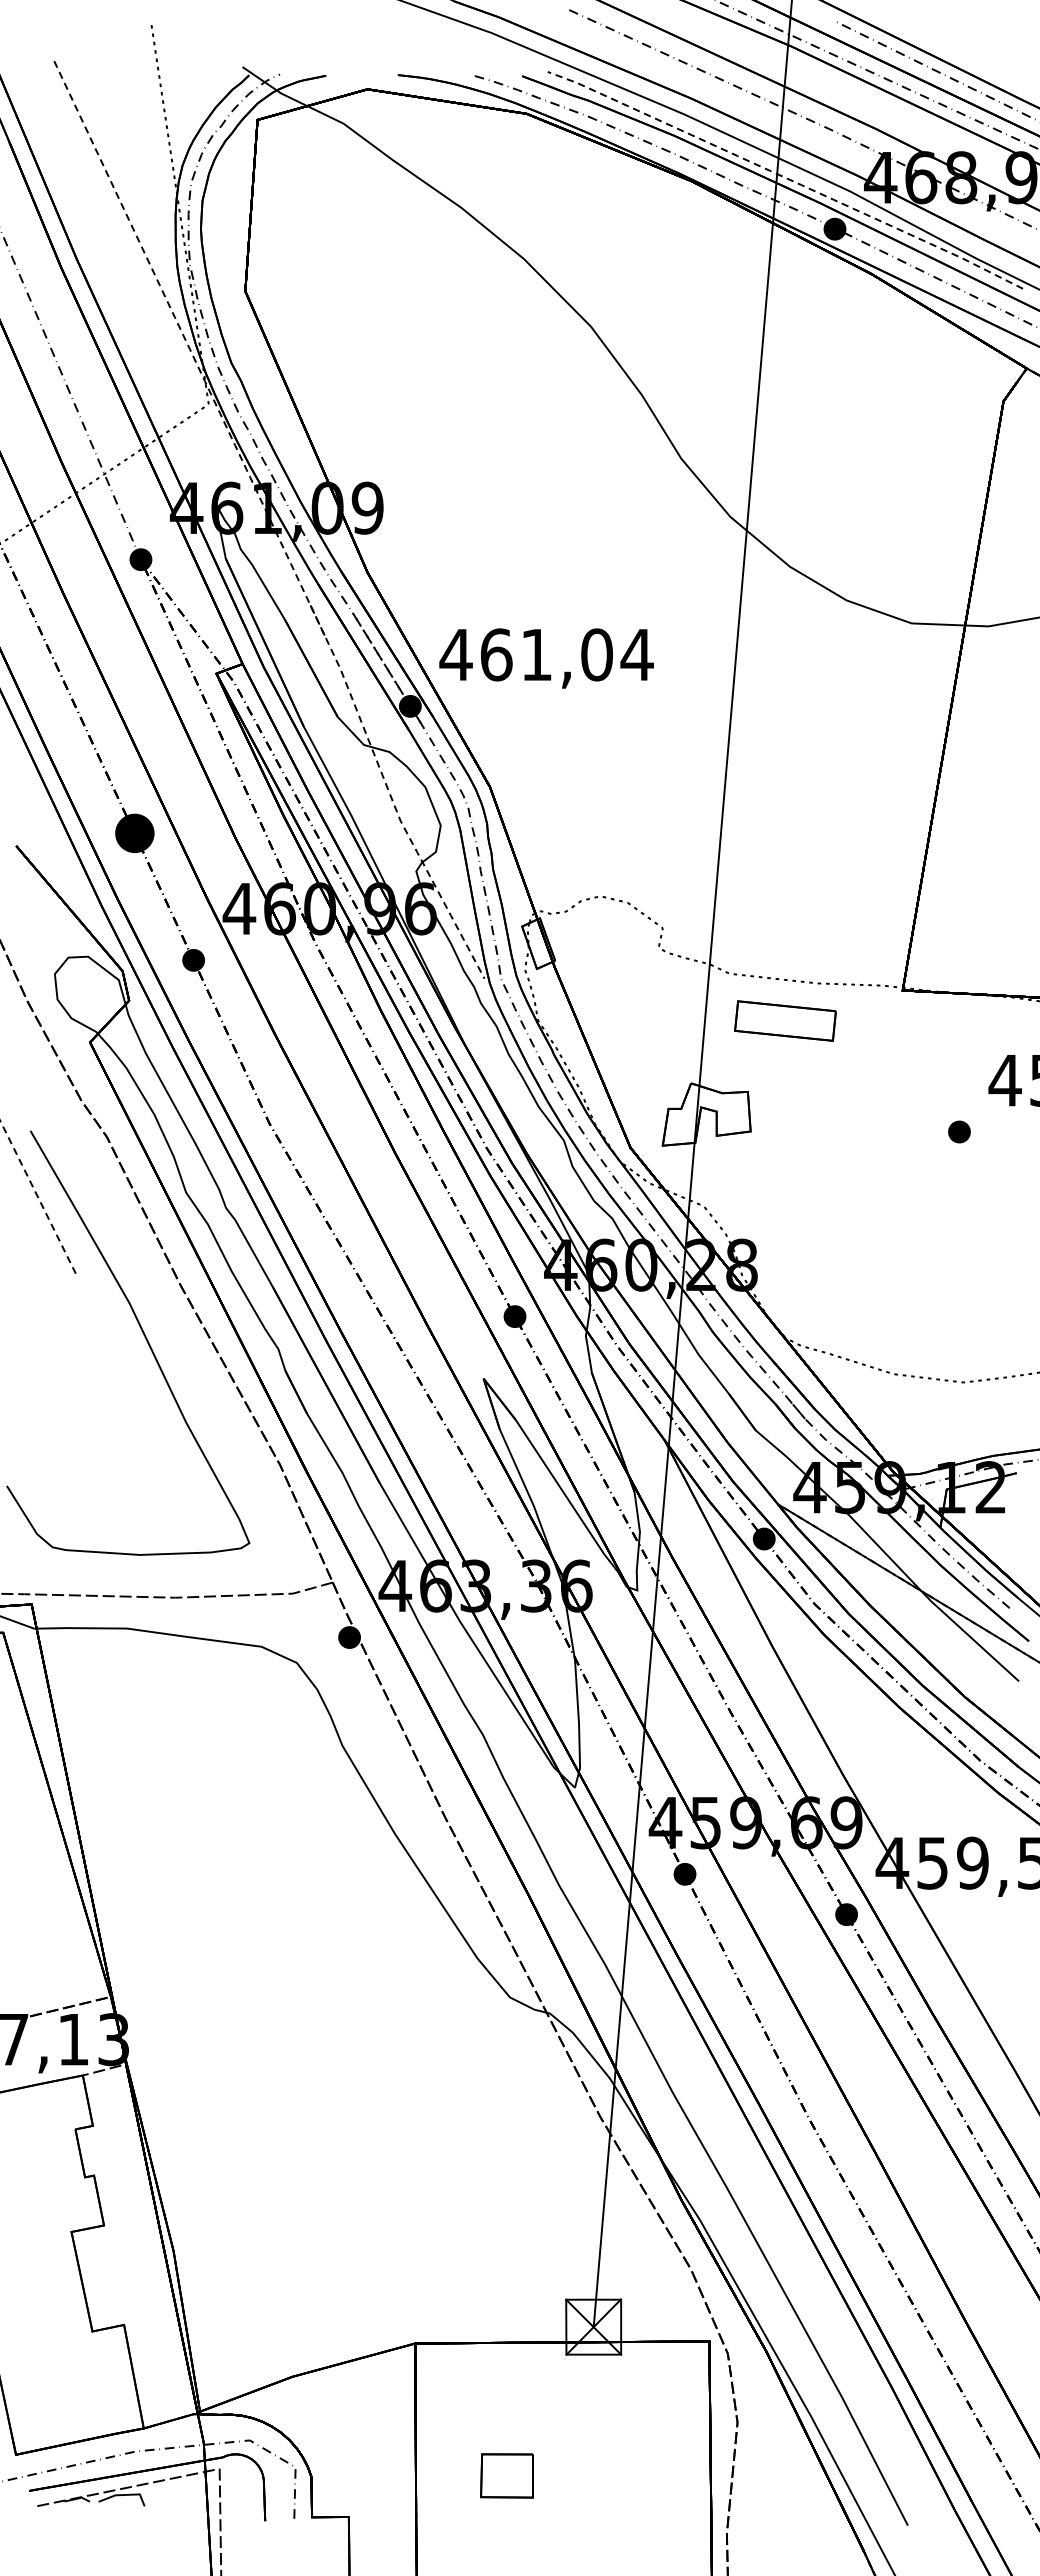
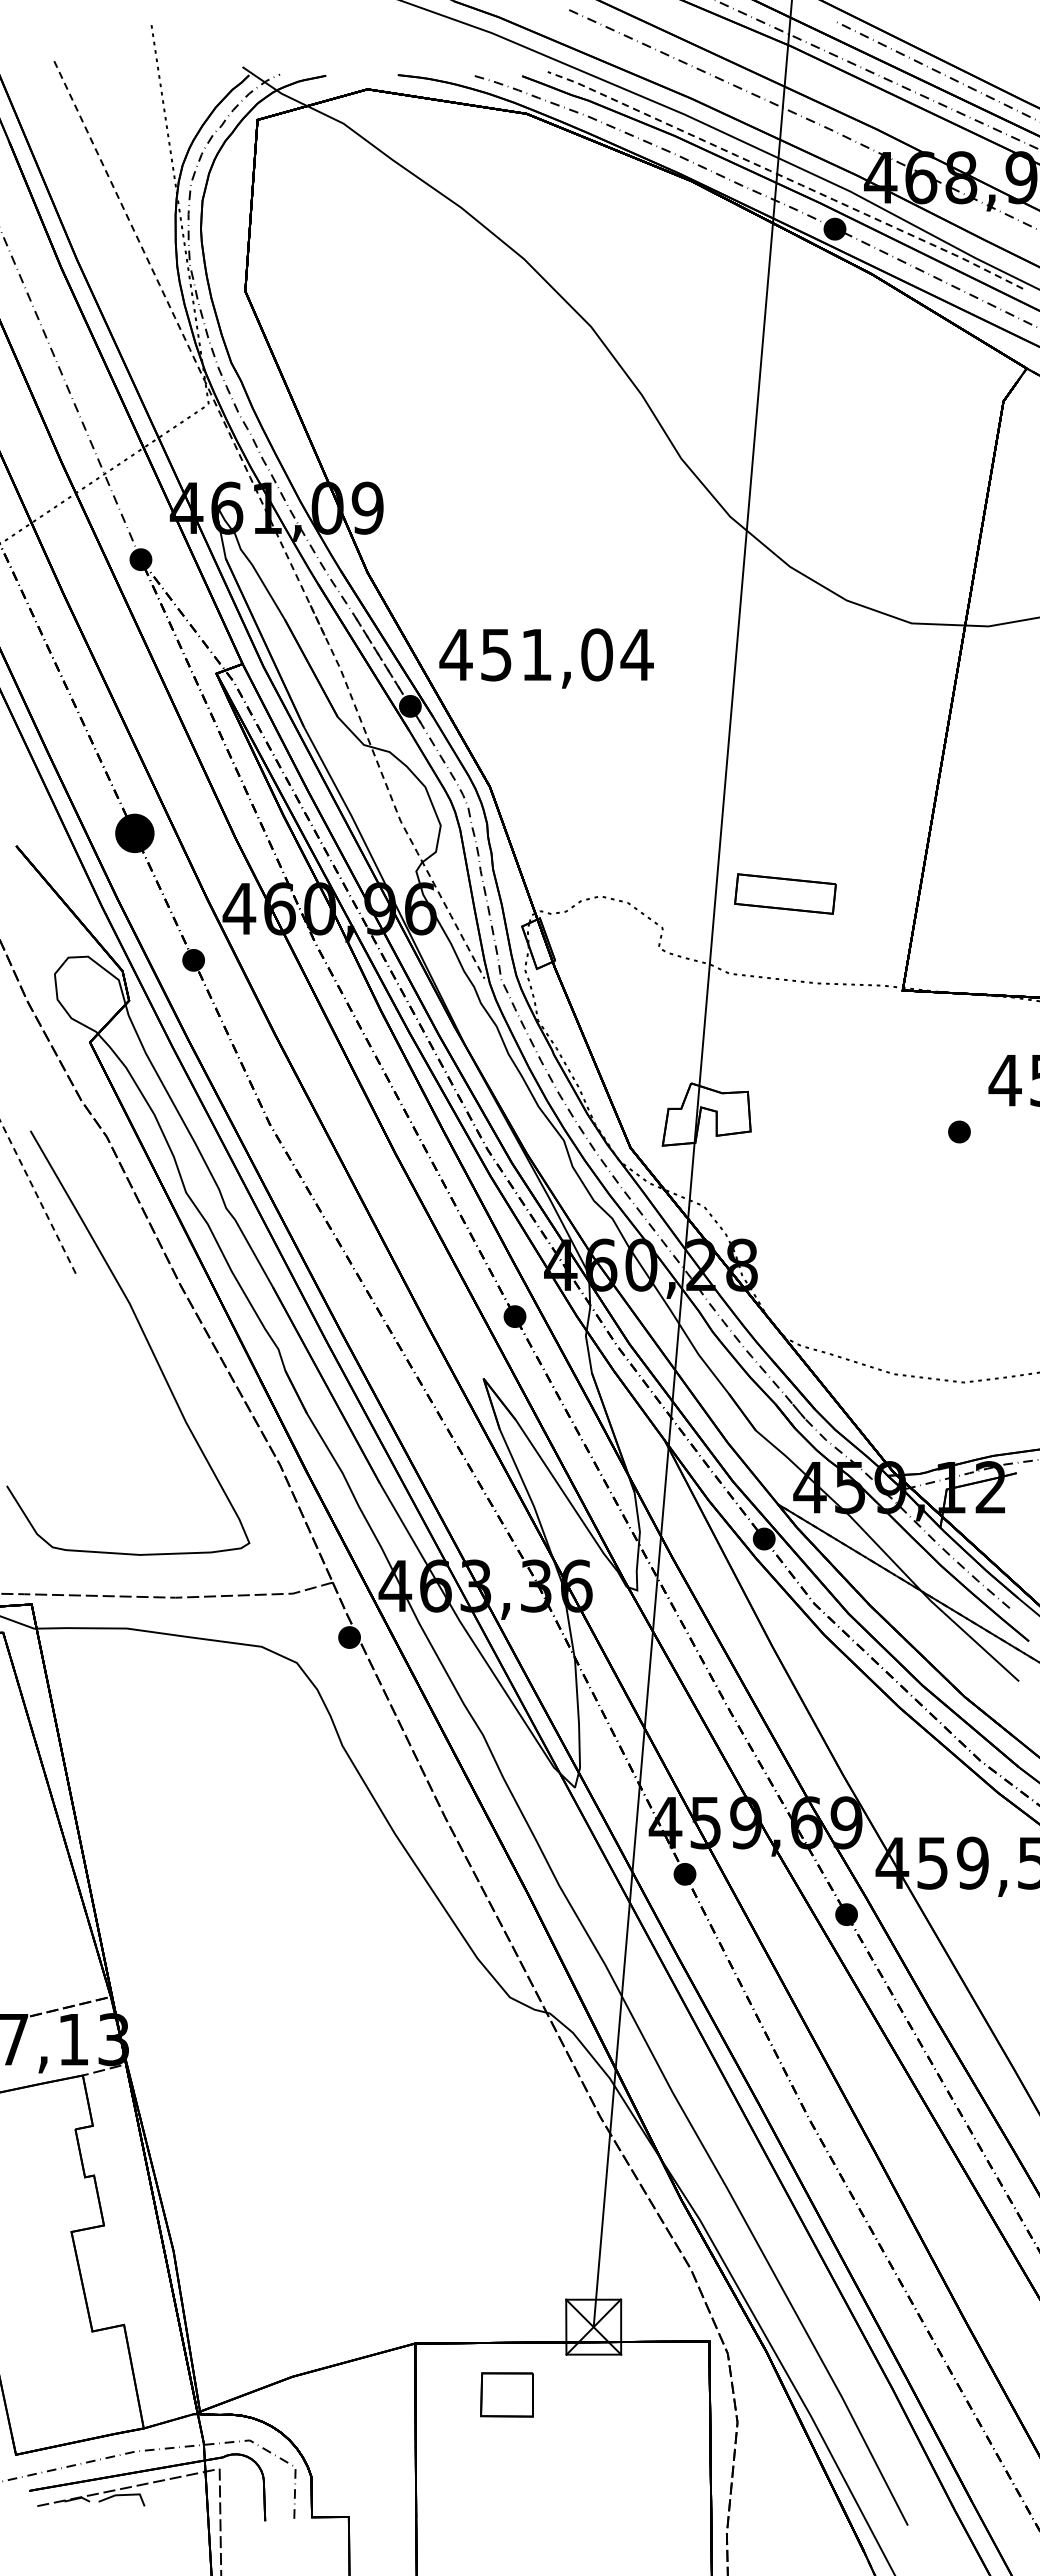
text at (496, 654): 461,04 -> 451,04
part at (785, 1020) position: (785, 1020) -> (785, 893)
part at (506, 2475) position: (506, 2475) -> (506, 2394)
